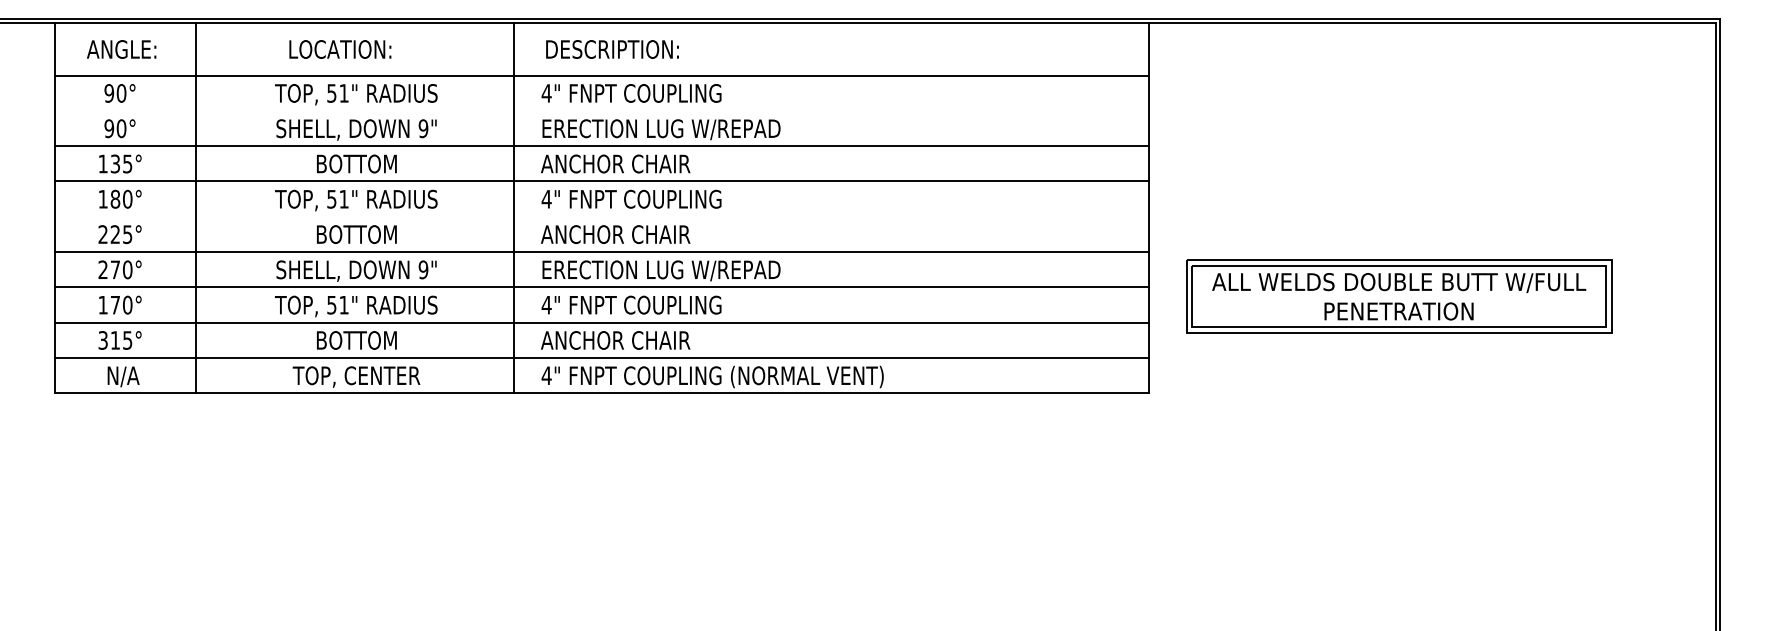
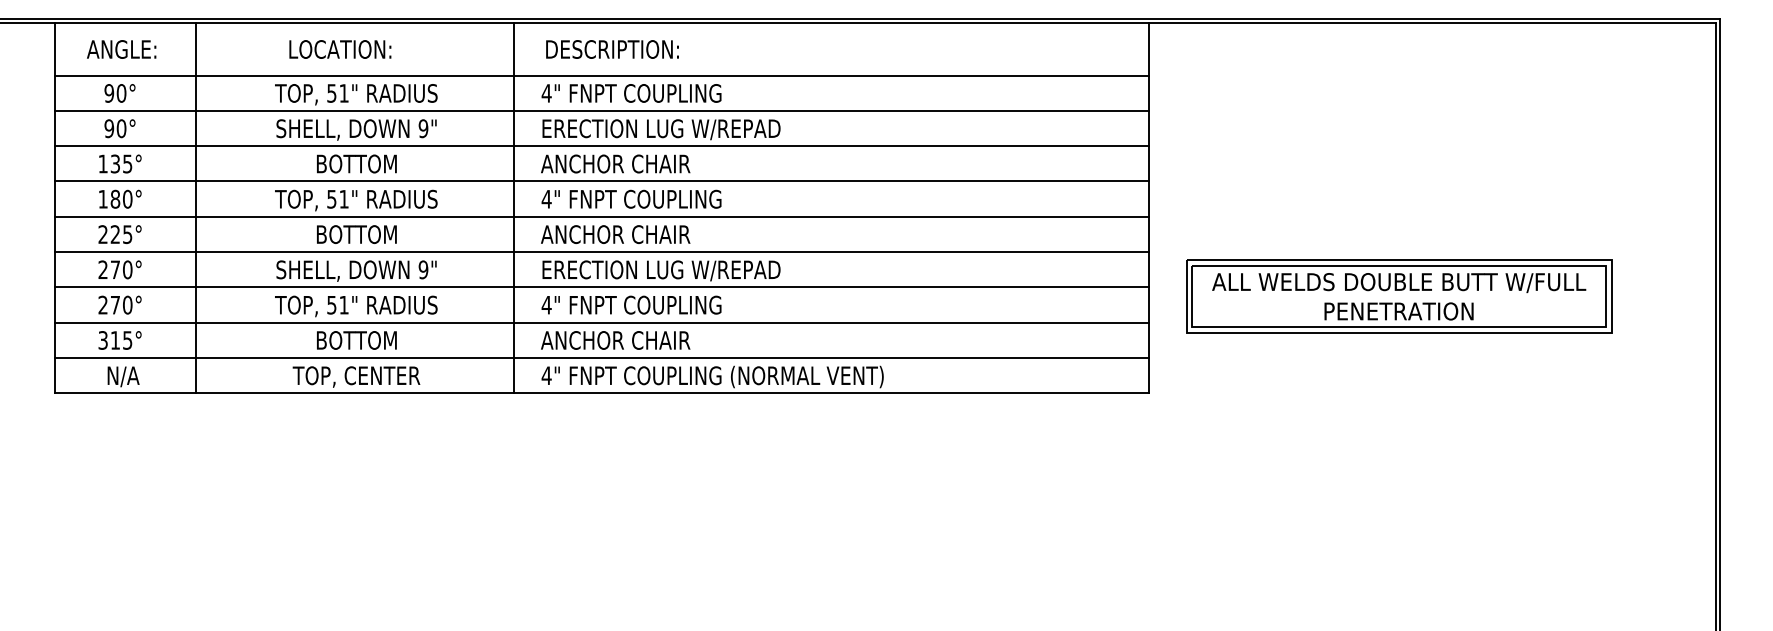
line at (601, 110): none -> present
line at (601, 216): none -> present
text at (102, 304): 170° -> 270°
